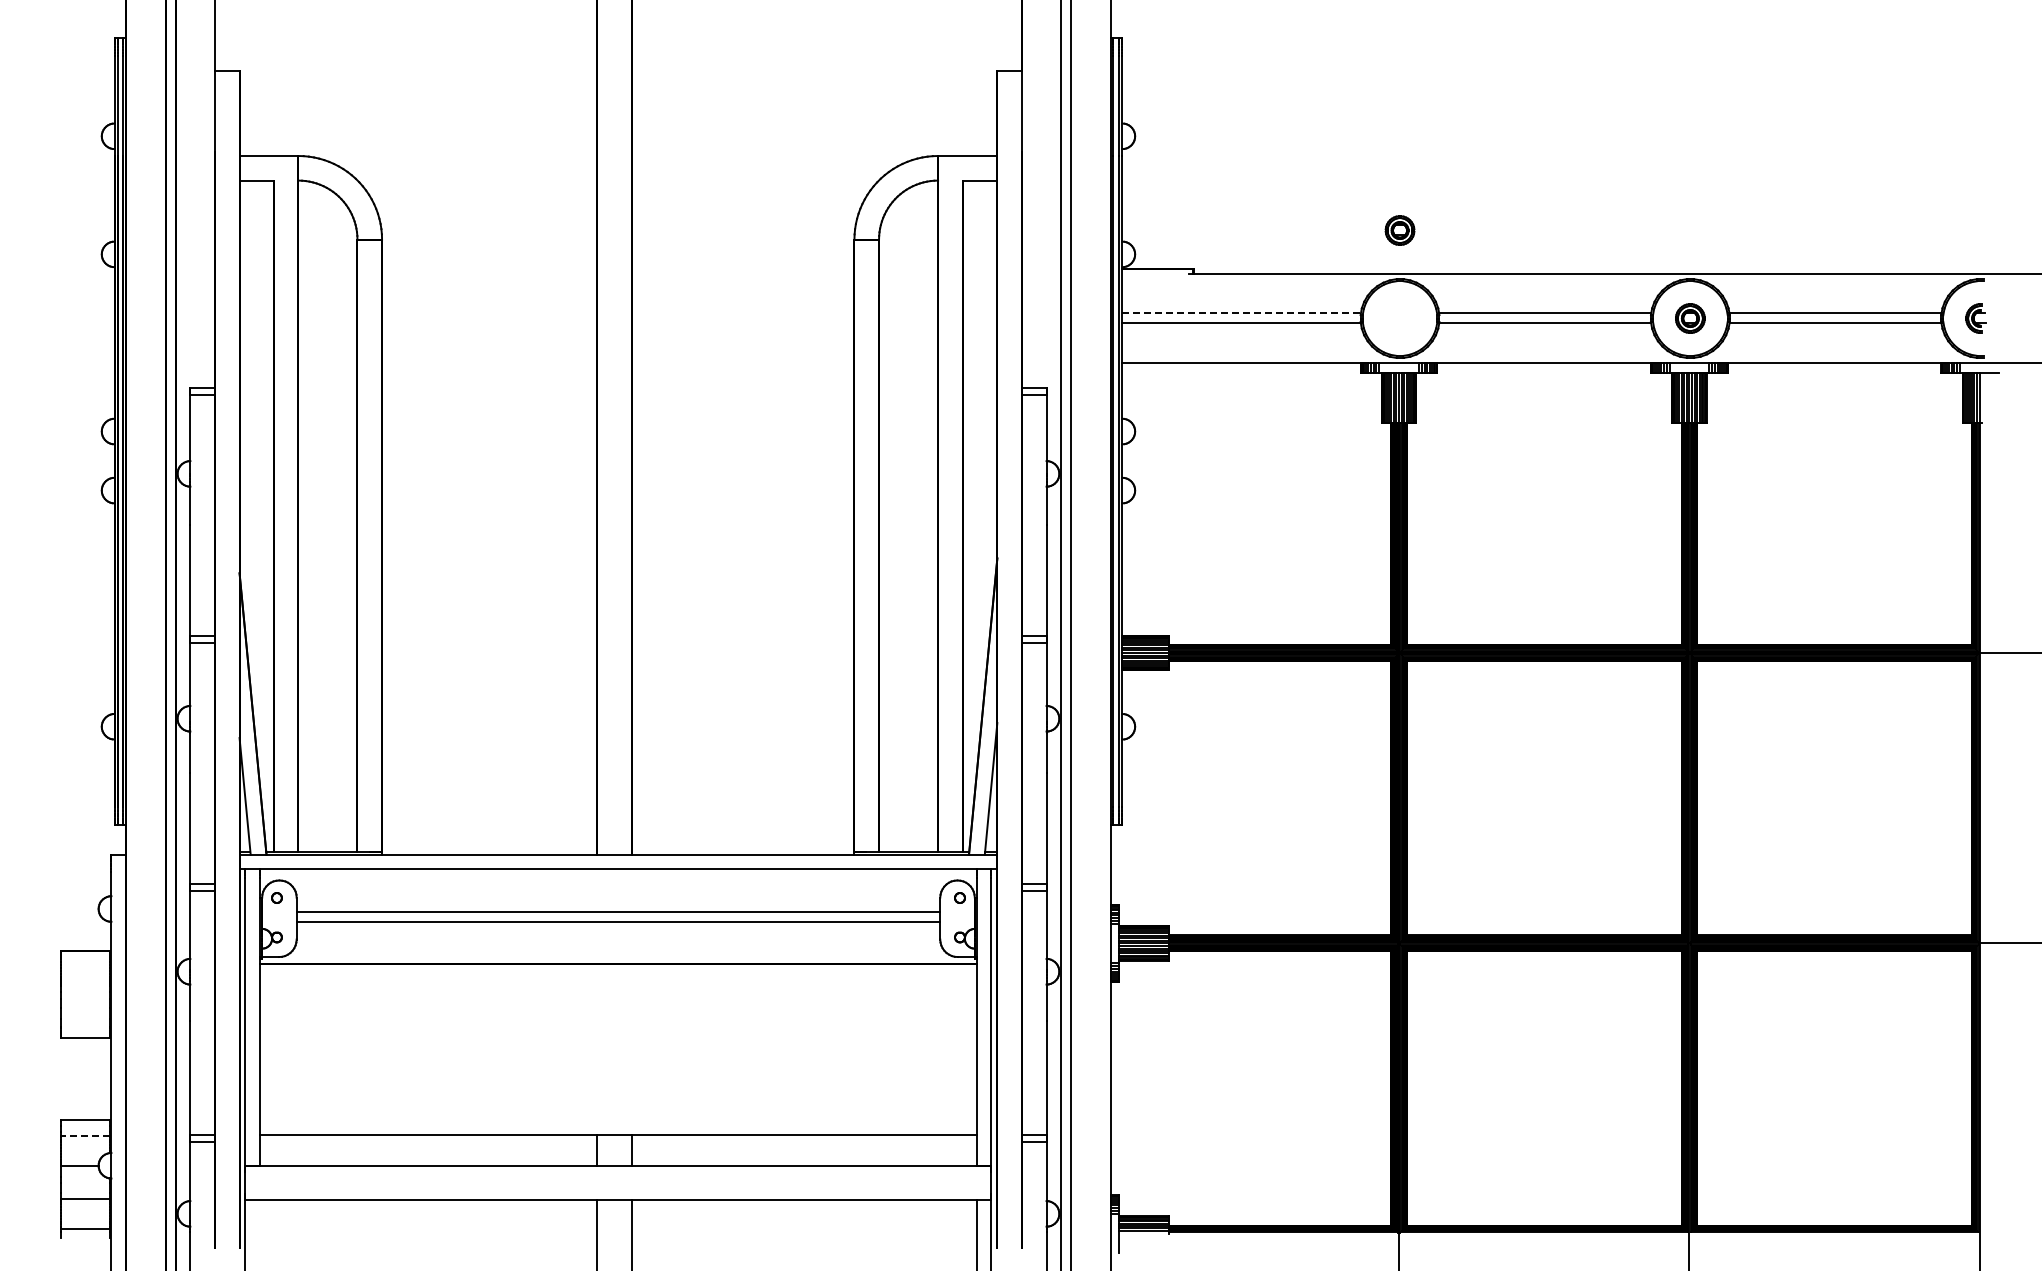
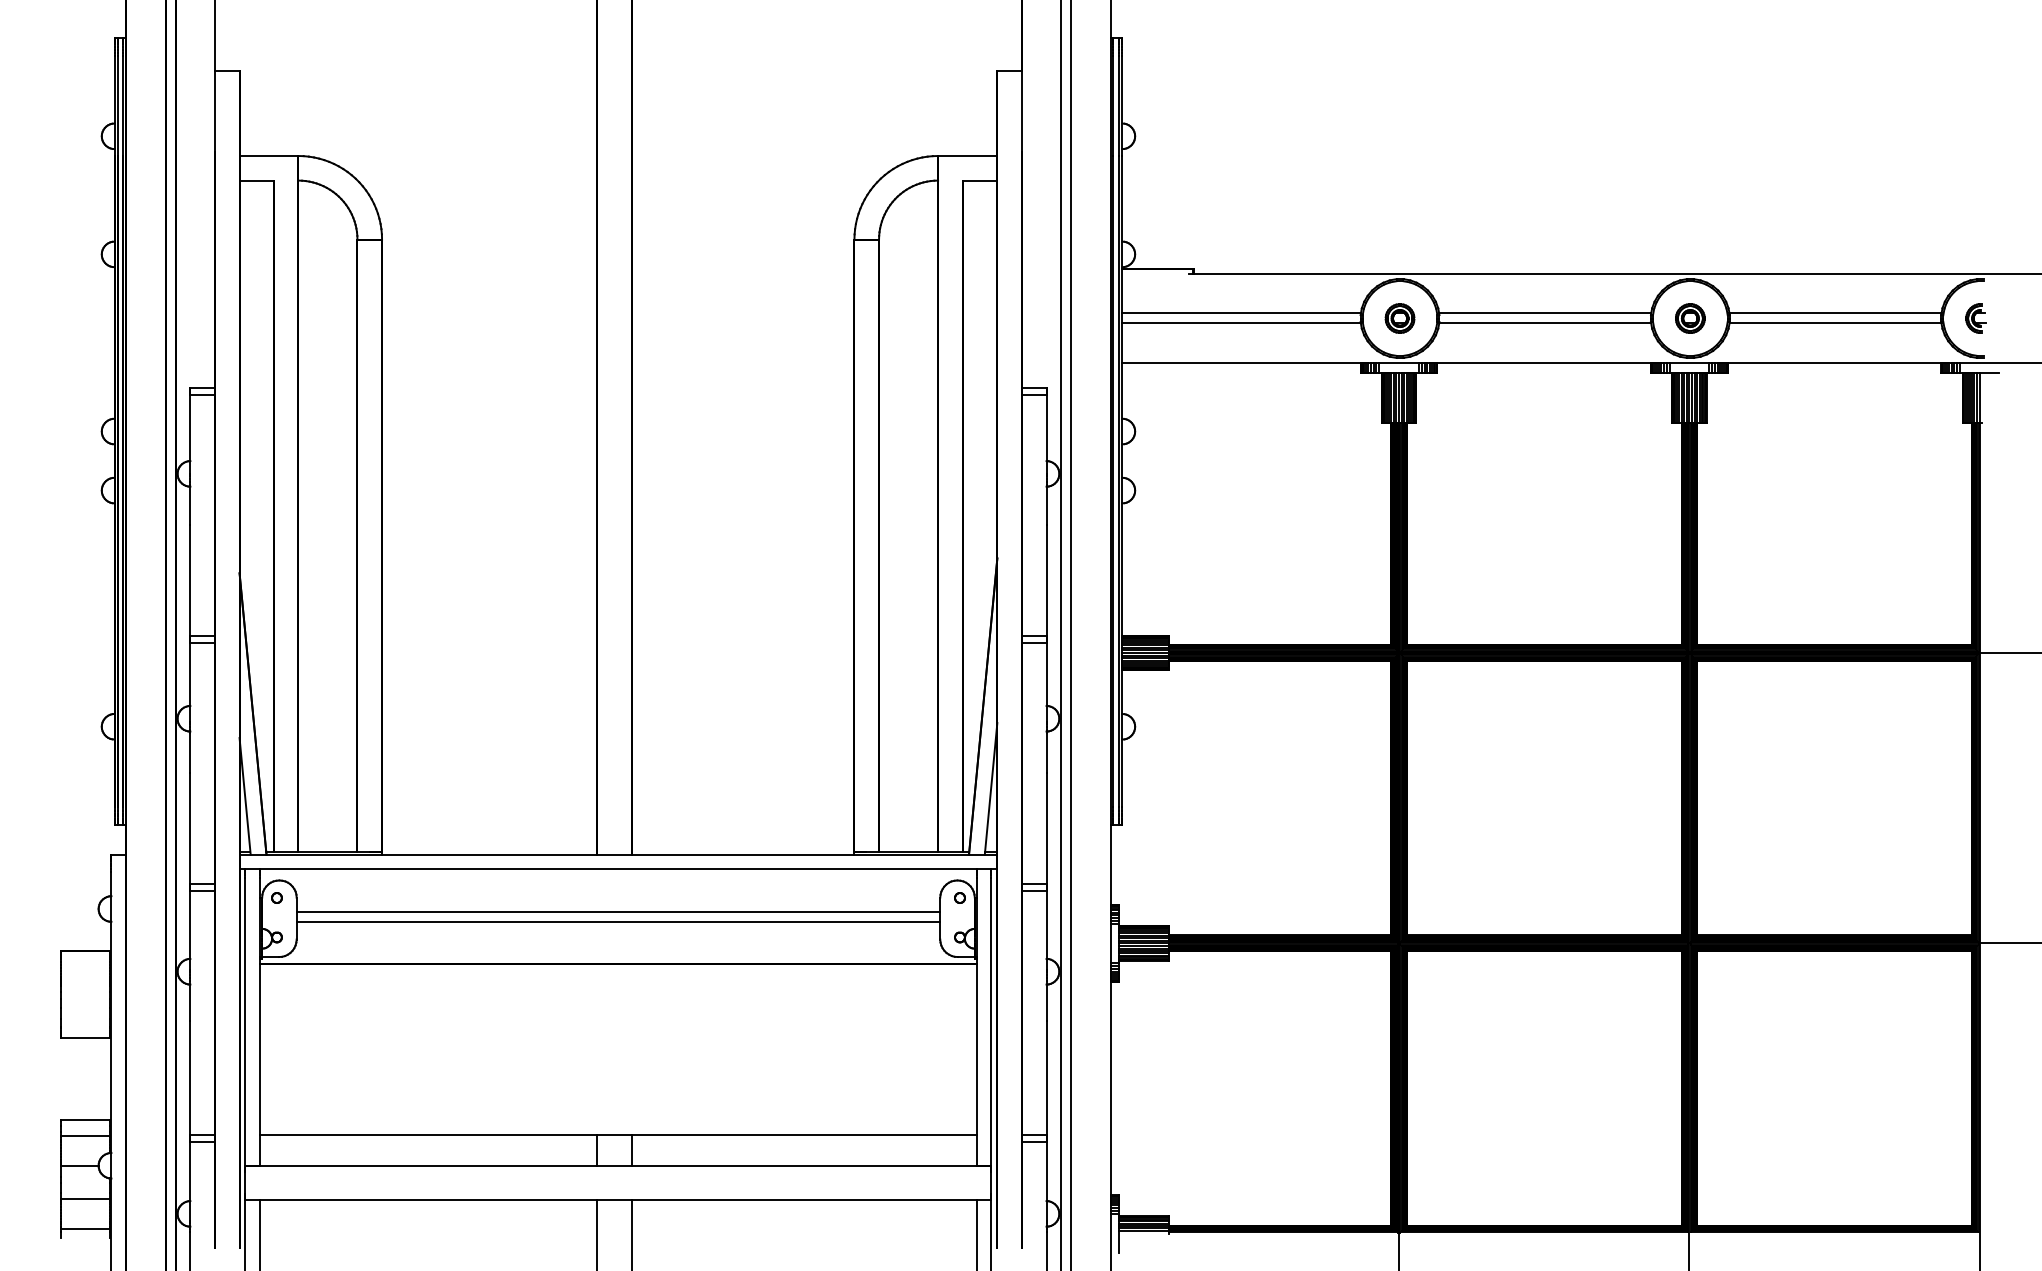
part at (1399, 230) position: (1399, 230) -> (1399, 318)
line at (1242, 313): dashed -> solid
line at (85, 1136): dashed -> solid
line at (260, 1233): none -> present
